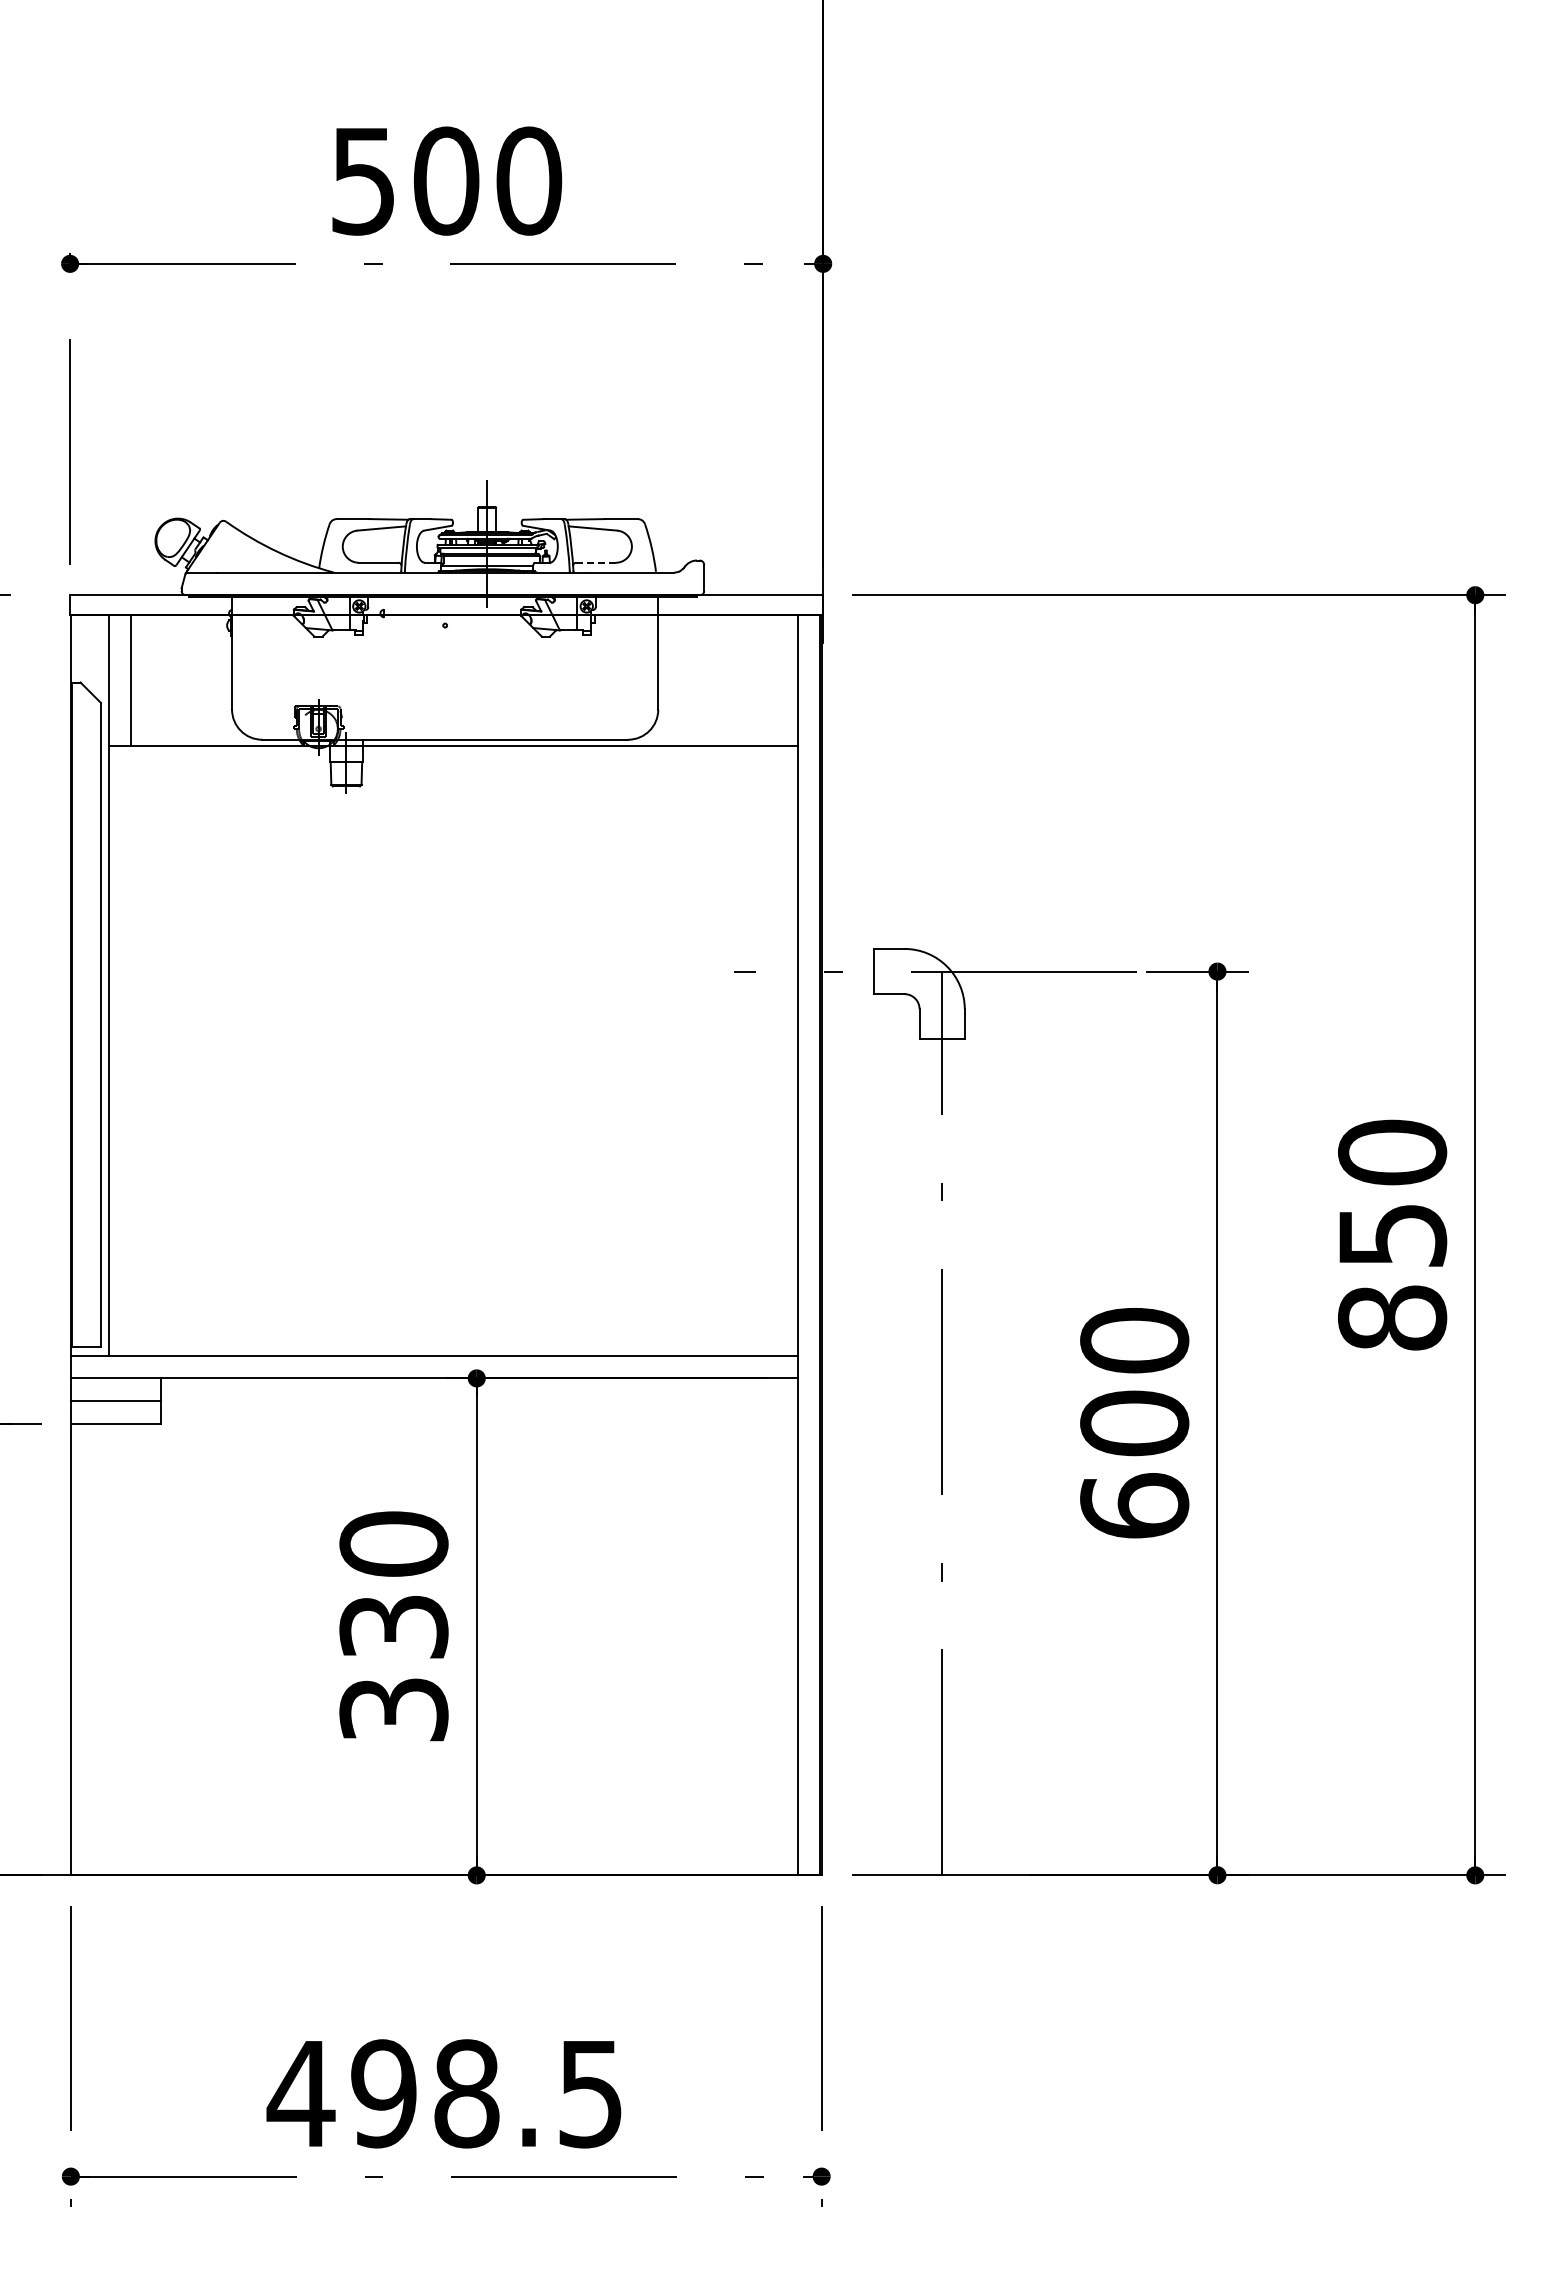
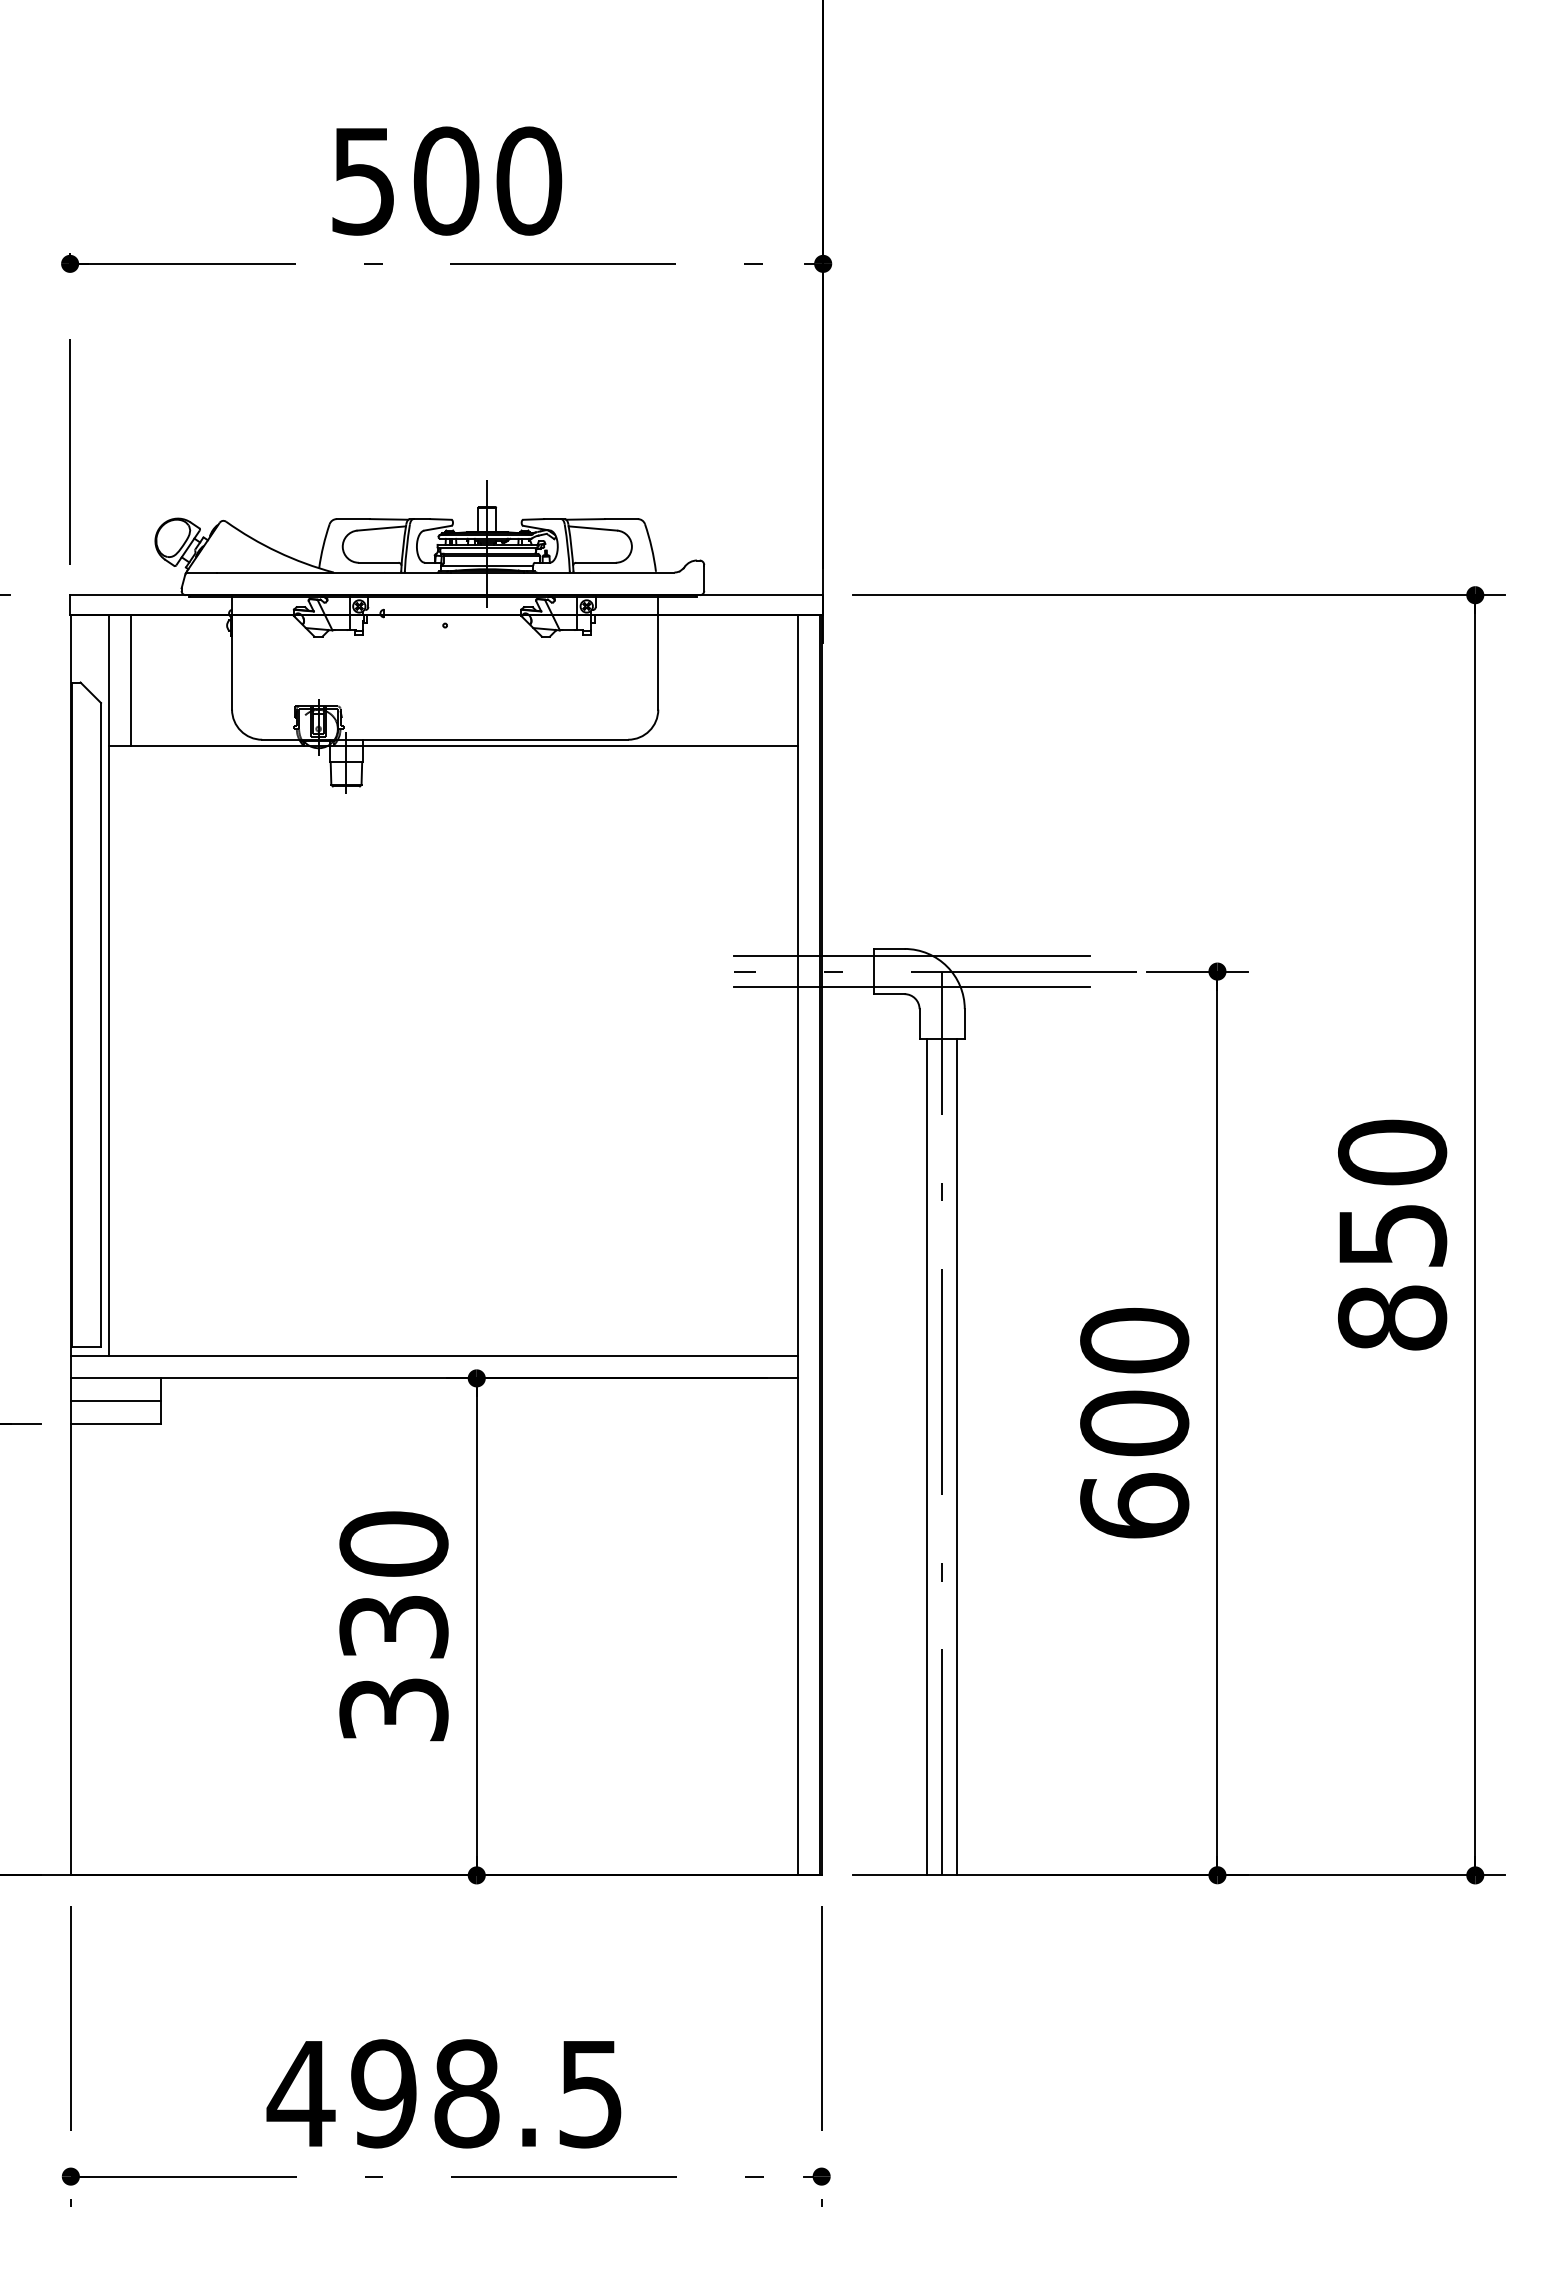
line at (596, 562): dashed -> solid
line at (911, 956): none -> present
line at (912, 986): none -> present
line at (927, 1457): none -> present
line at (957, 1457): none -> present
